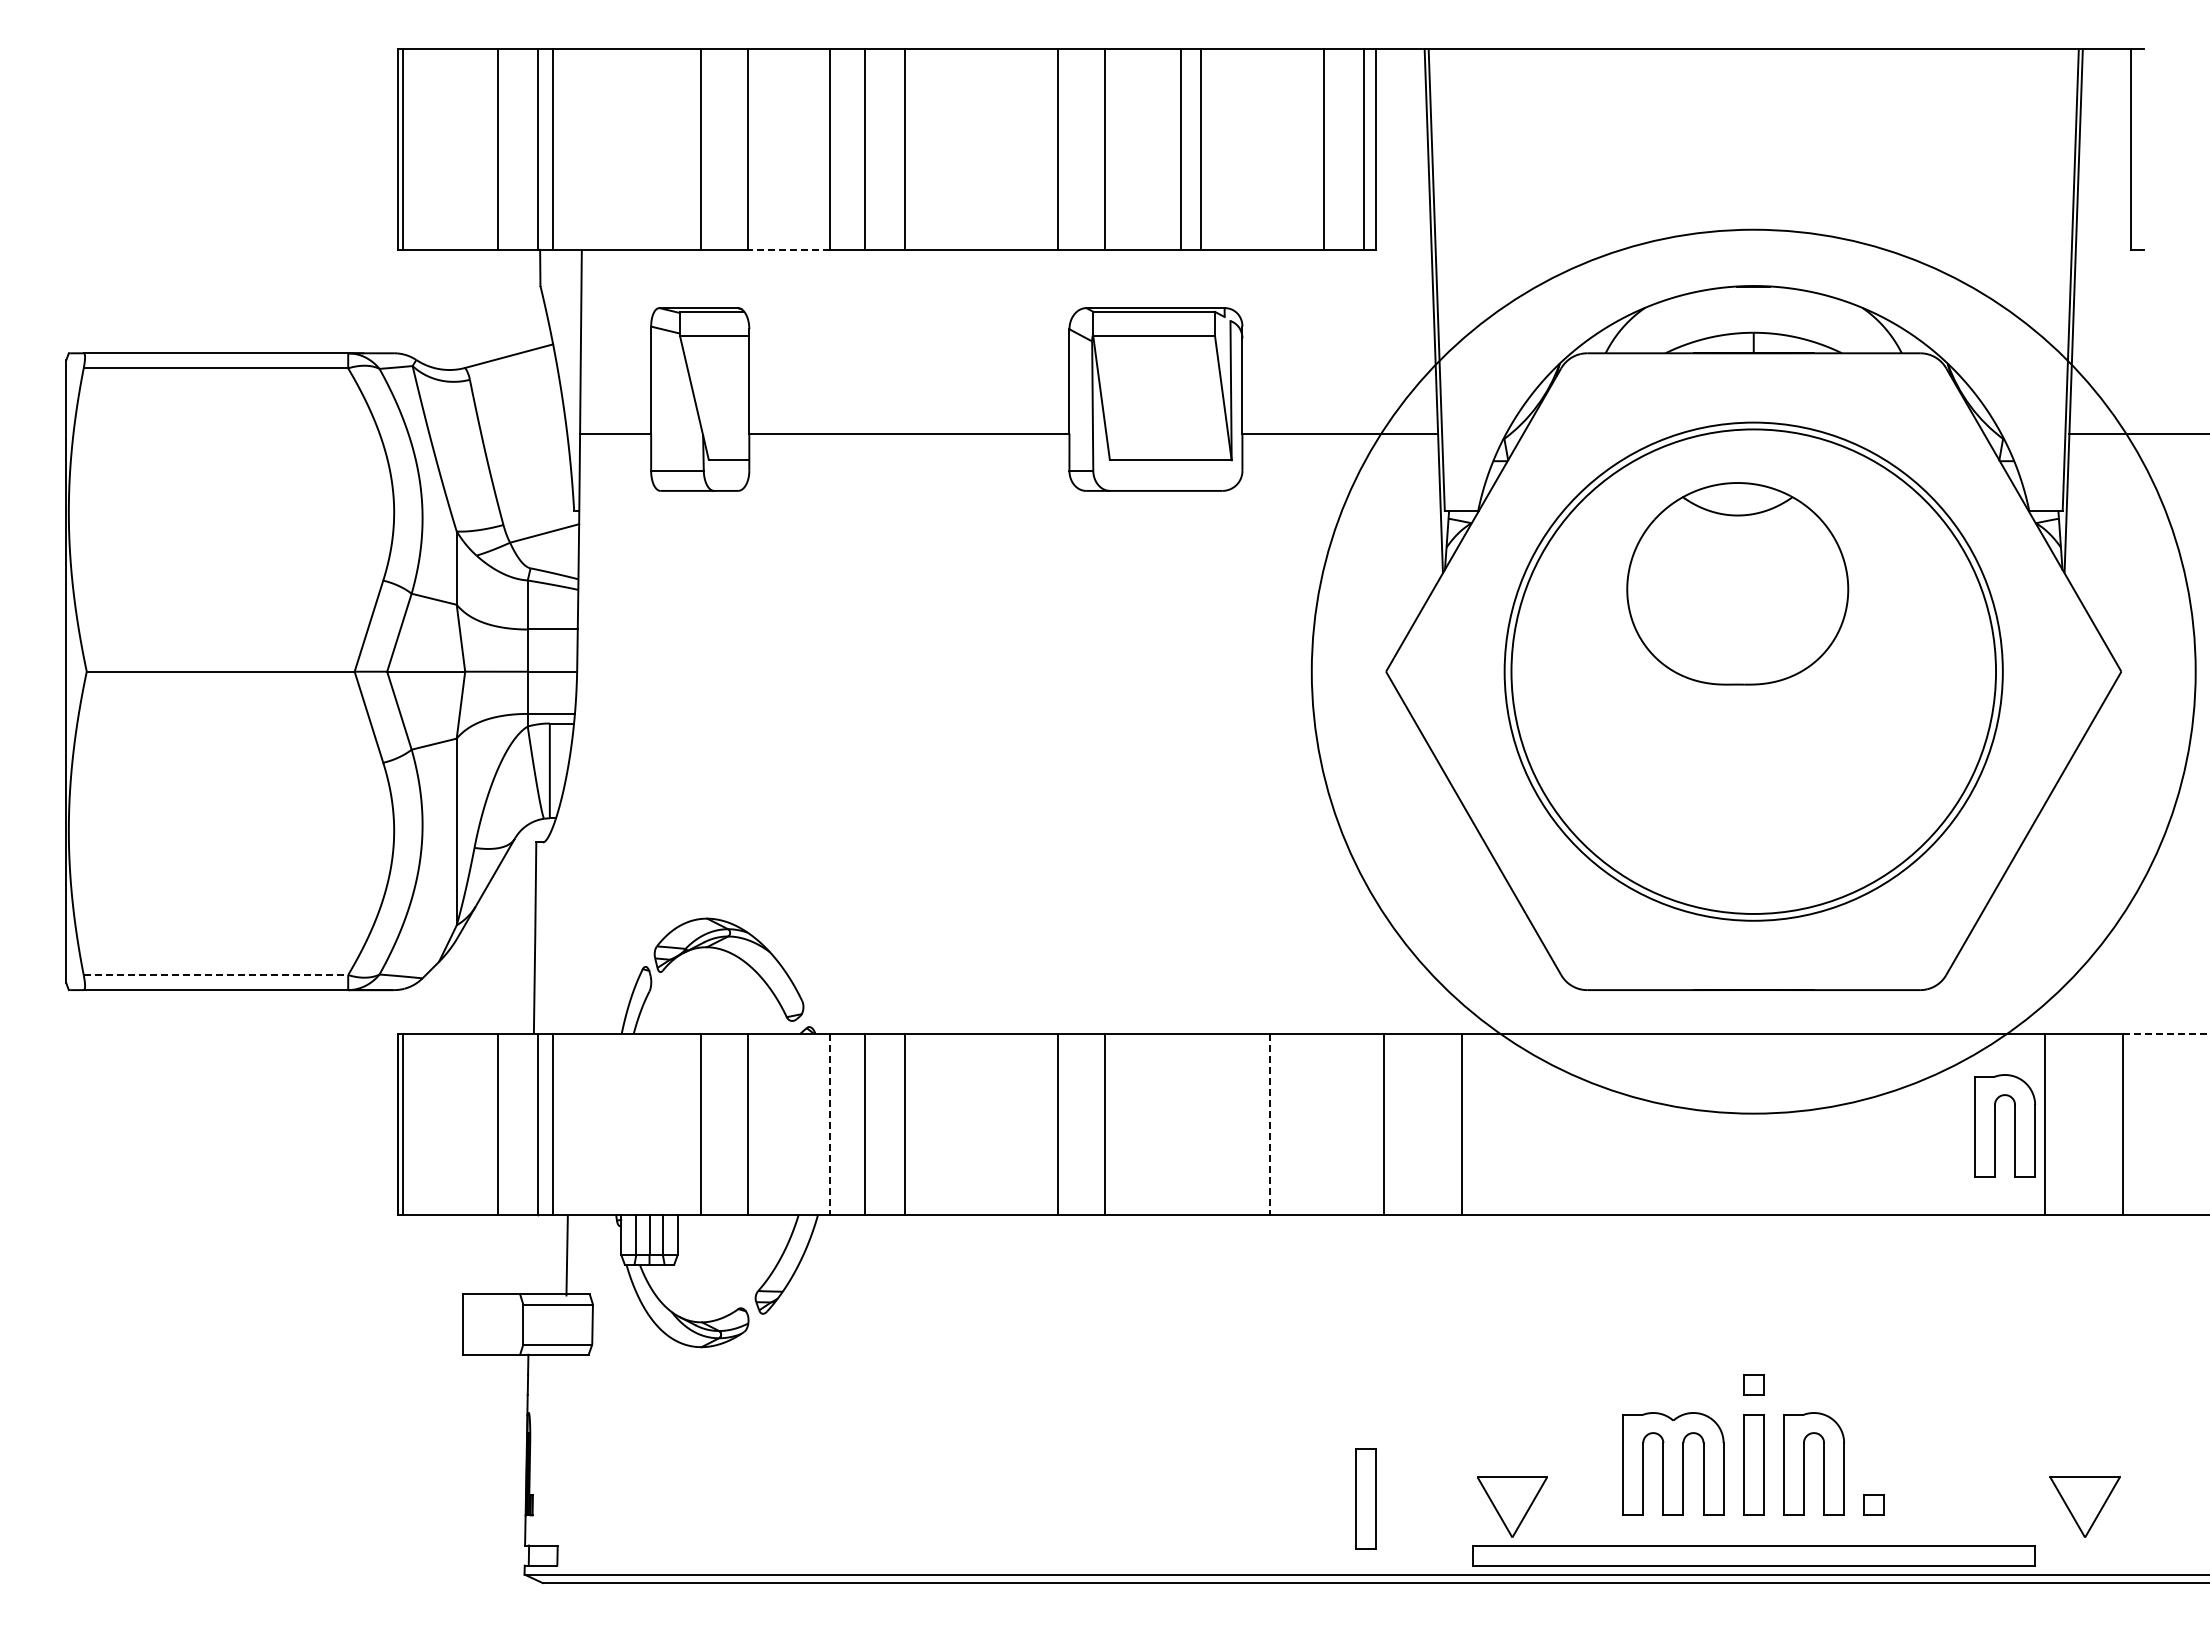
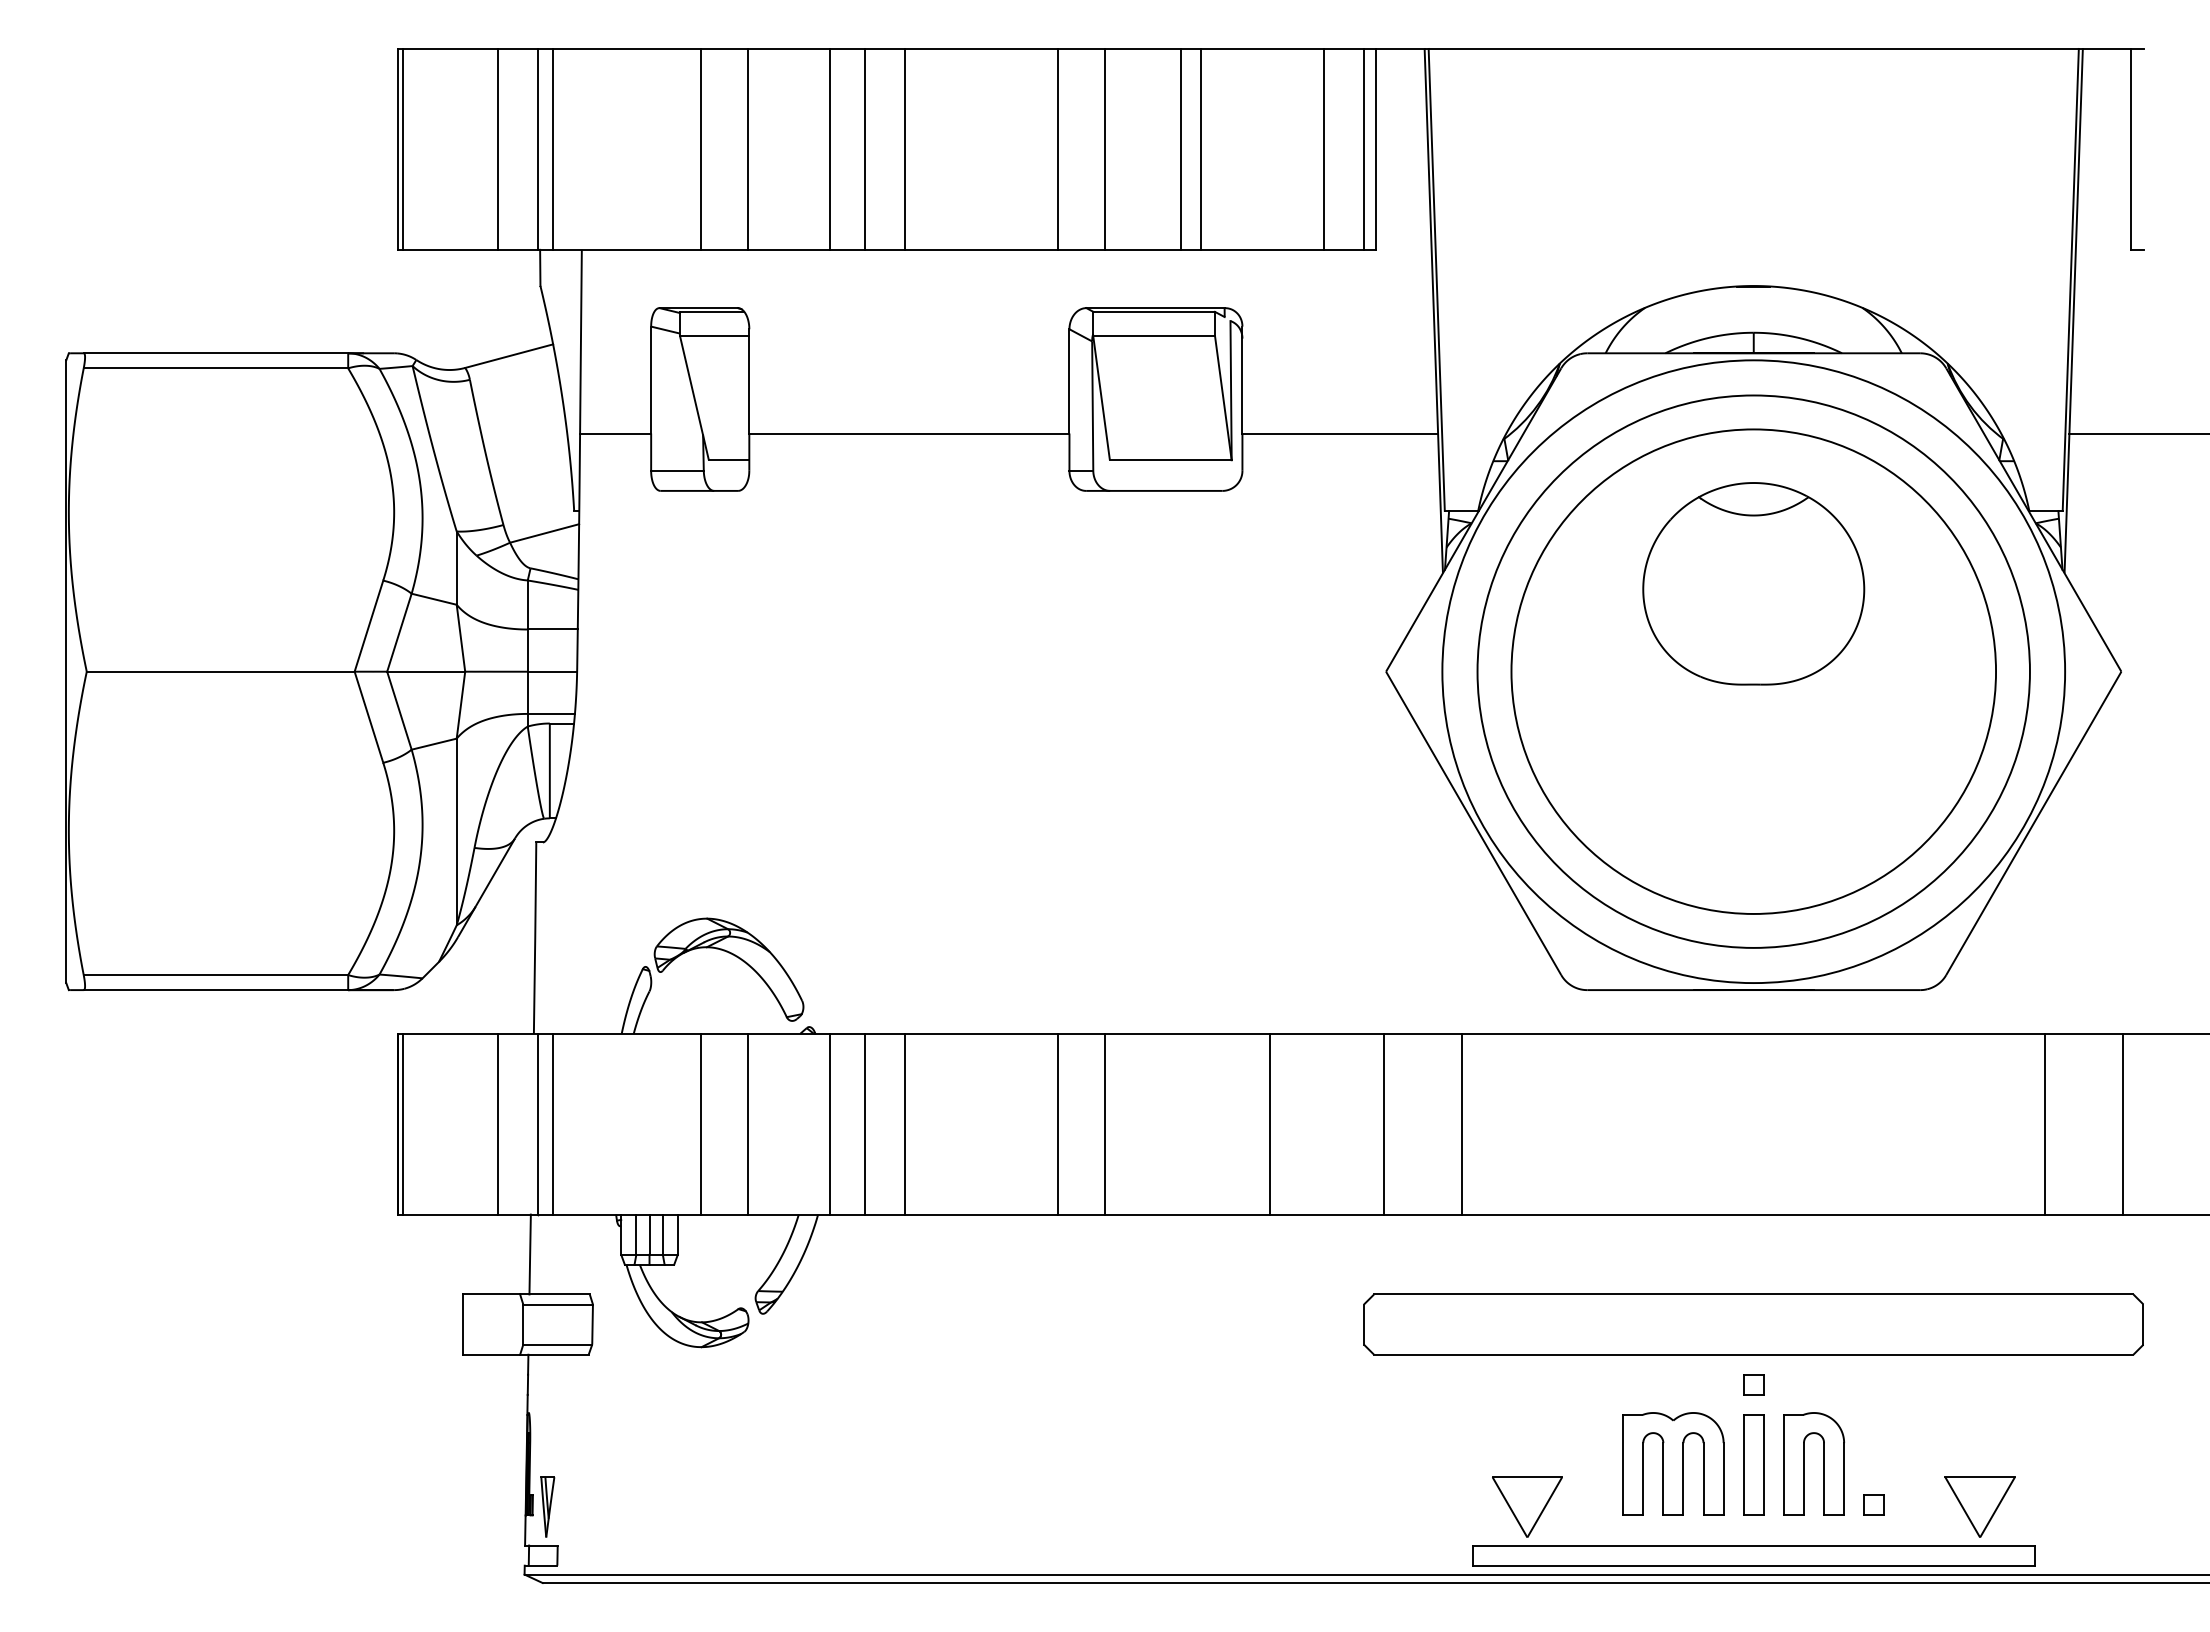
line at (788, 249): dashed -> solid
part at (1737, 583) position: (1737, 583) -> (1753, 583)
circle at (1753, 671) diameter: 498 px -> 623 px
circle at (1753, 671) diameter: 884 px -> 552 px
line at (216, 975): dashed -> solid
line at (2167, 1033): dashed -> solid
line at (829, 1124): dashed -> solid
line at (1269, 1124): dashed -> solid
part at (1995, 1125): present -> none
line at (566, 1255) position: (566, 1255) -> (529, 1254)
part at (1753, 1324): none -> present
part at (1365, 1498): present -> none
part at (547, 1506): none -> present
part at (1512, 1506) position: (1512, 1506) -> (1527, 1506)
part at (2084, 1506) position: (2084, 1506) -> (1979, 1506)
